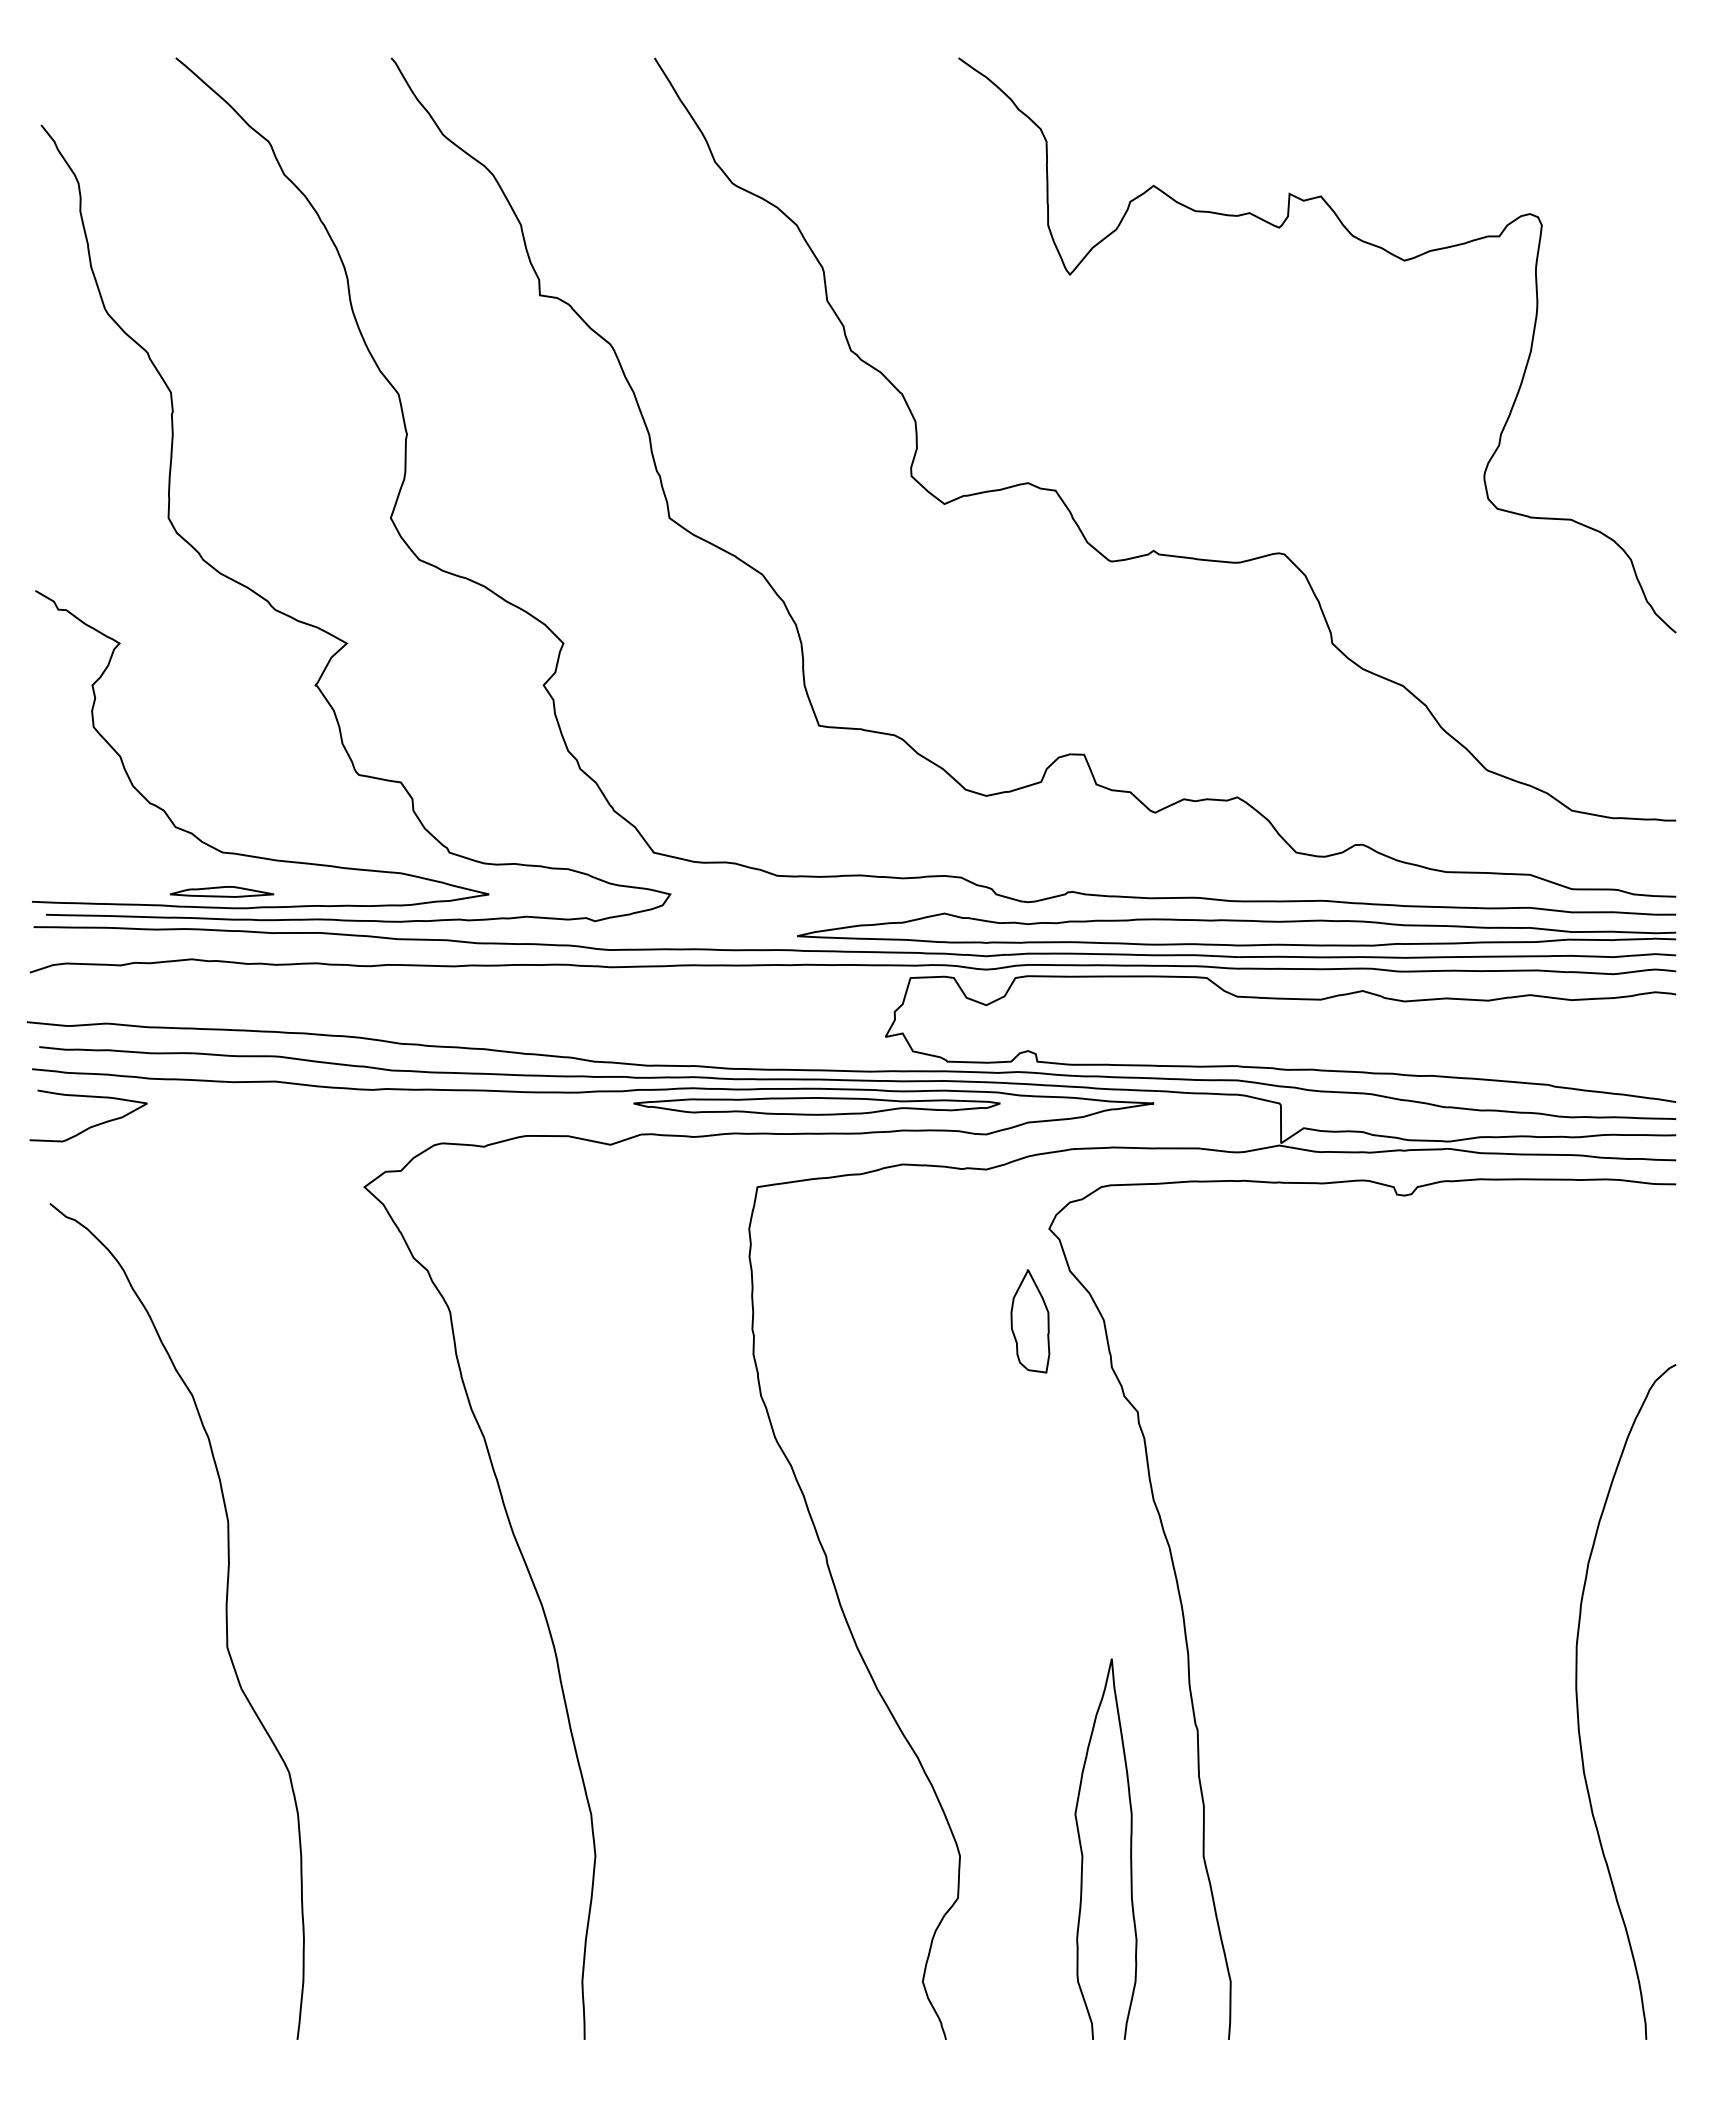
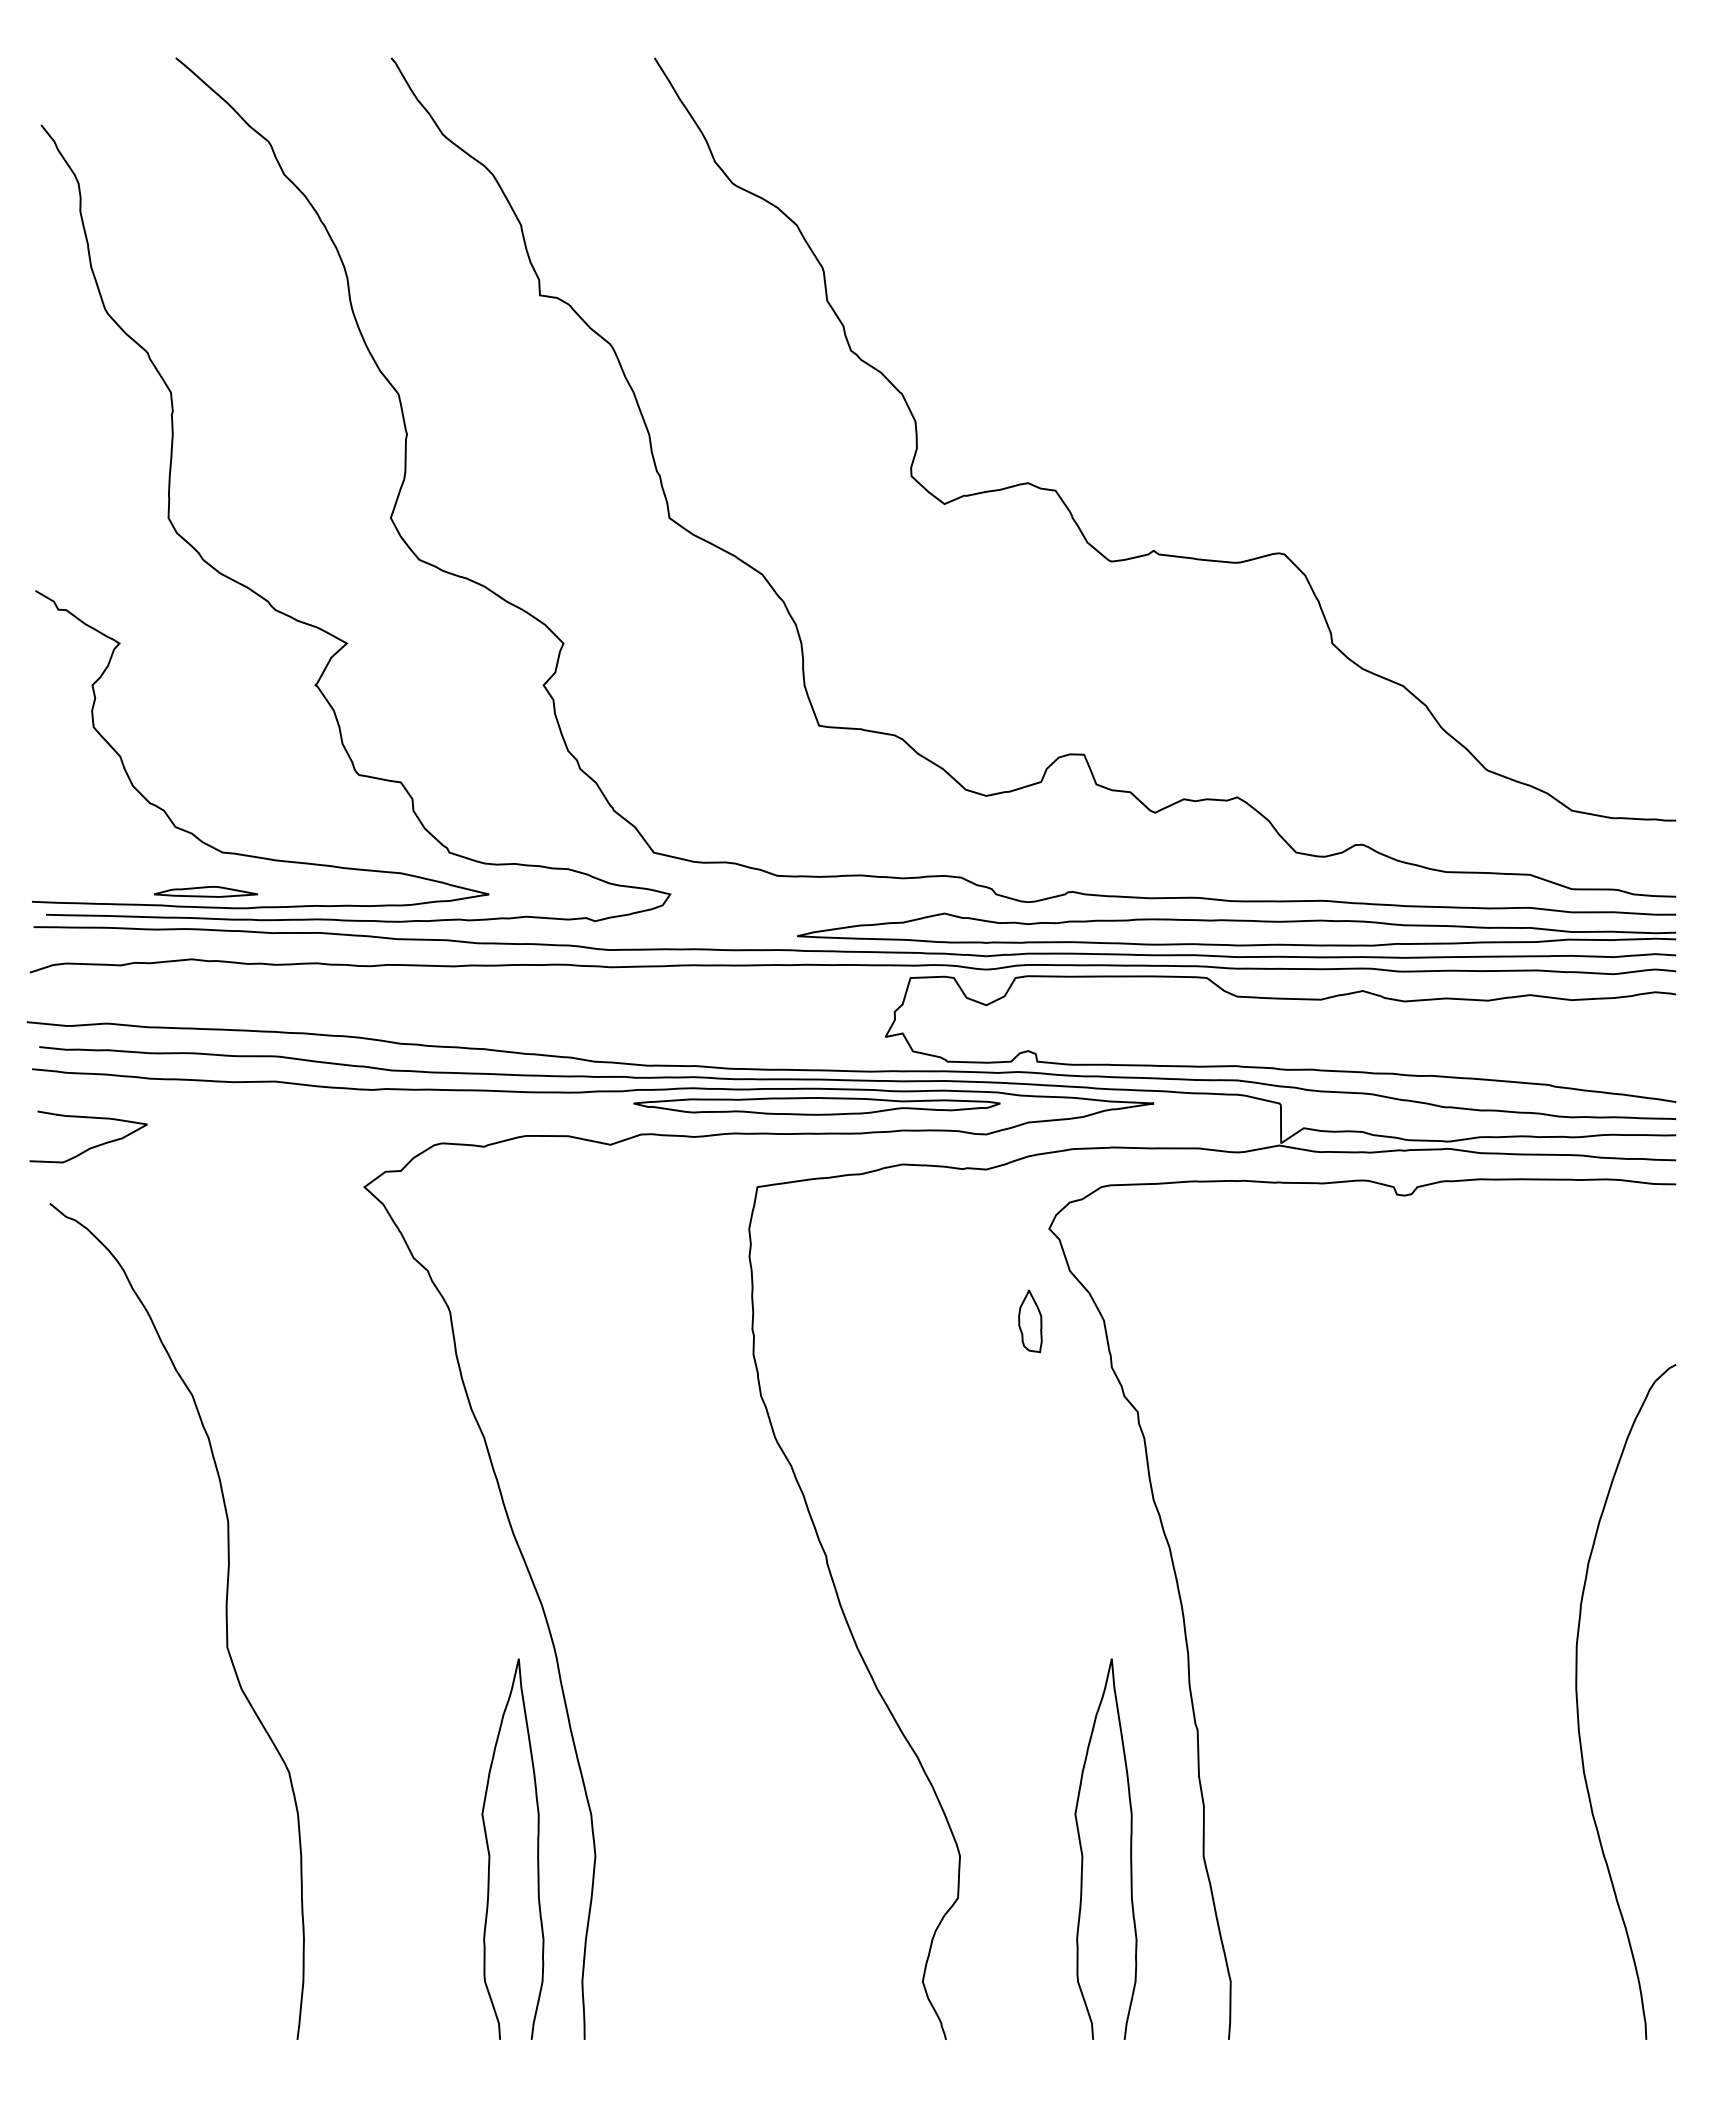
curve at (1362, 242): present -> none
part at (222, 891) position: (222, 891) -> (206, 891)
curve at (92, 1125) position: (92, 1125) -> (92, 1146)
part at (1030, 1321) size: 41x105 px -> 25x65 px
curve at (490, 1854): none -> present
